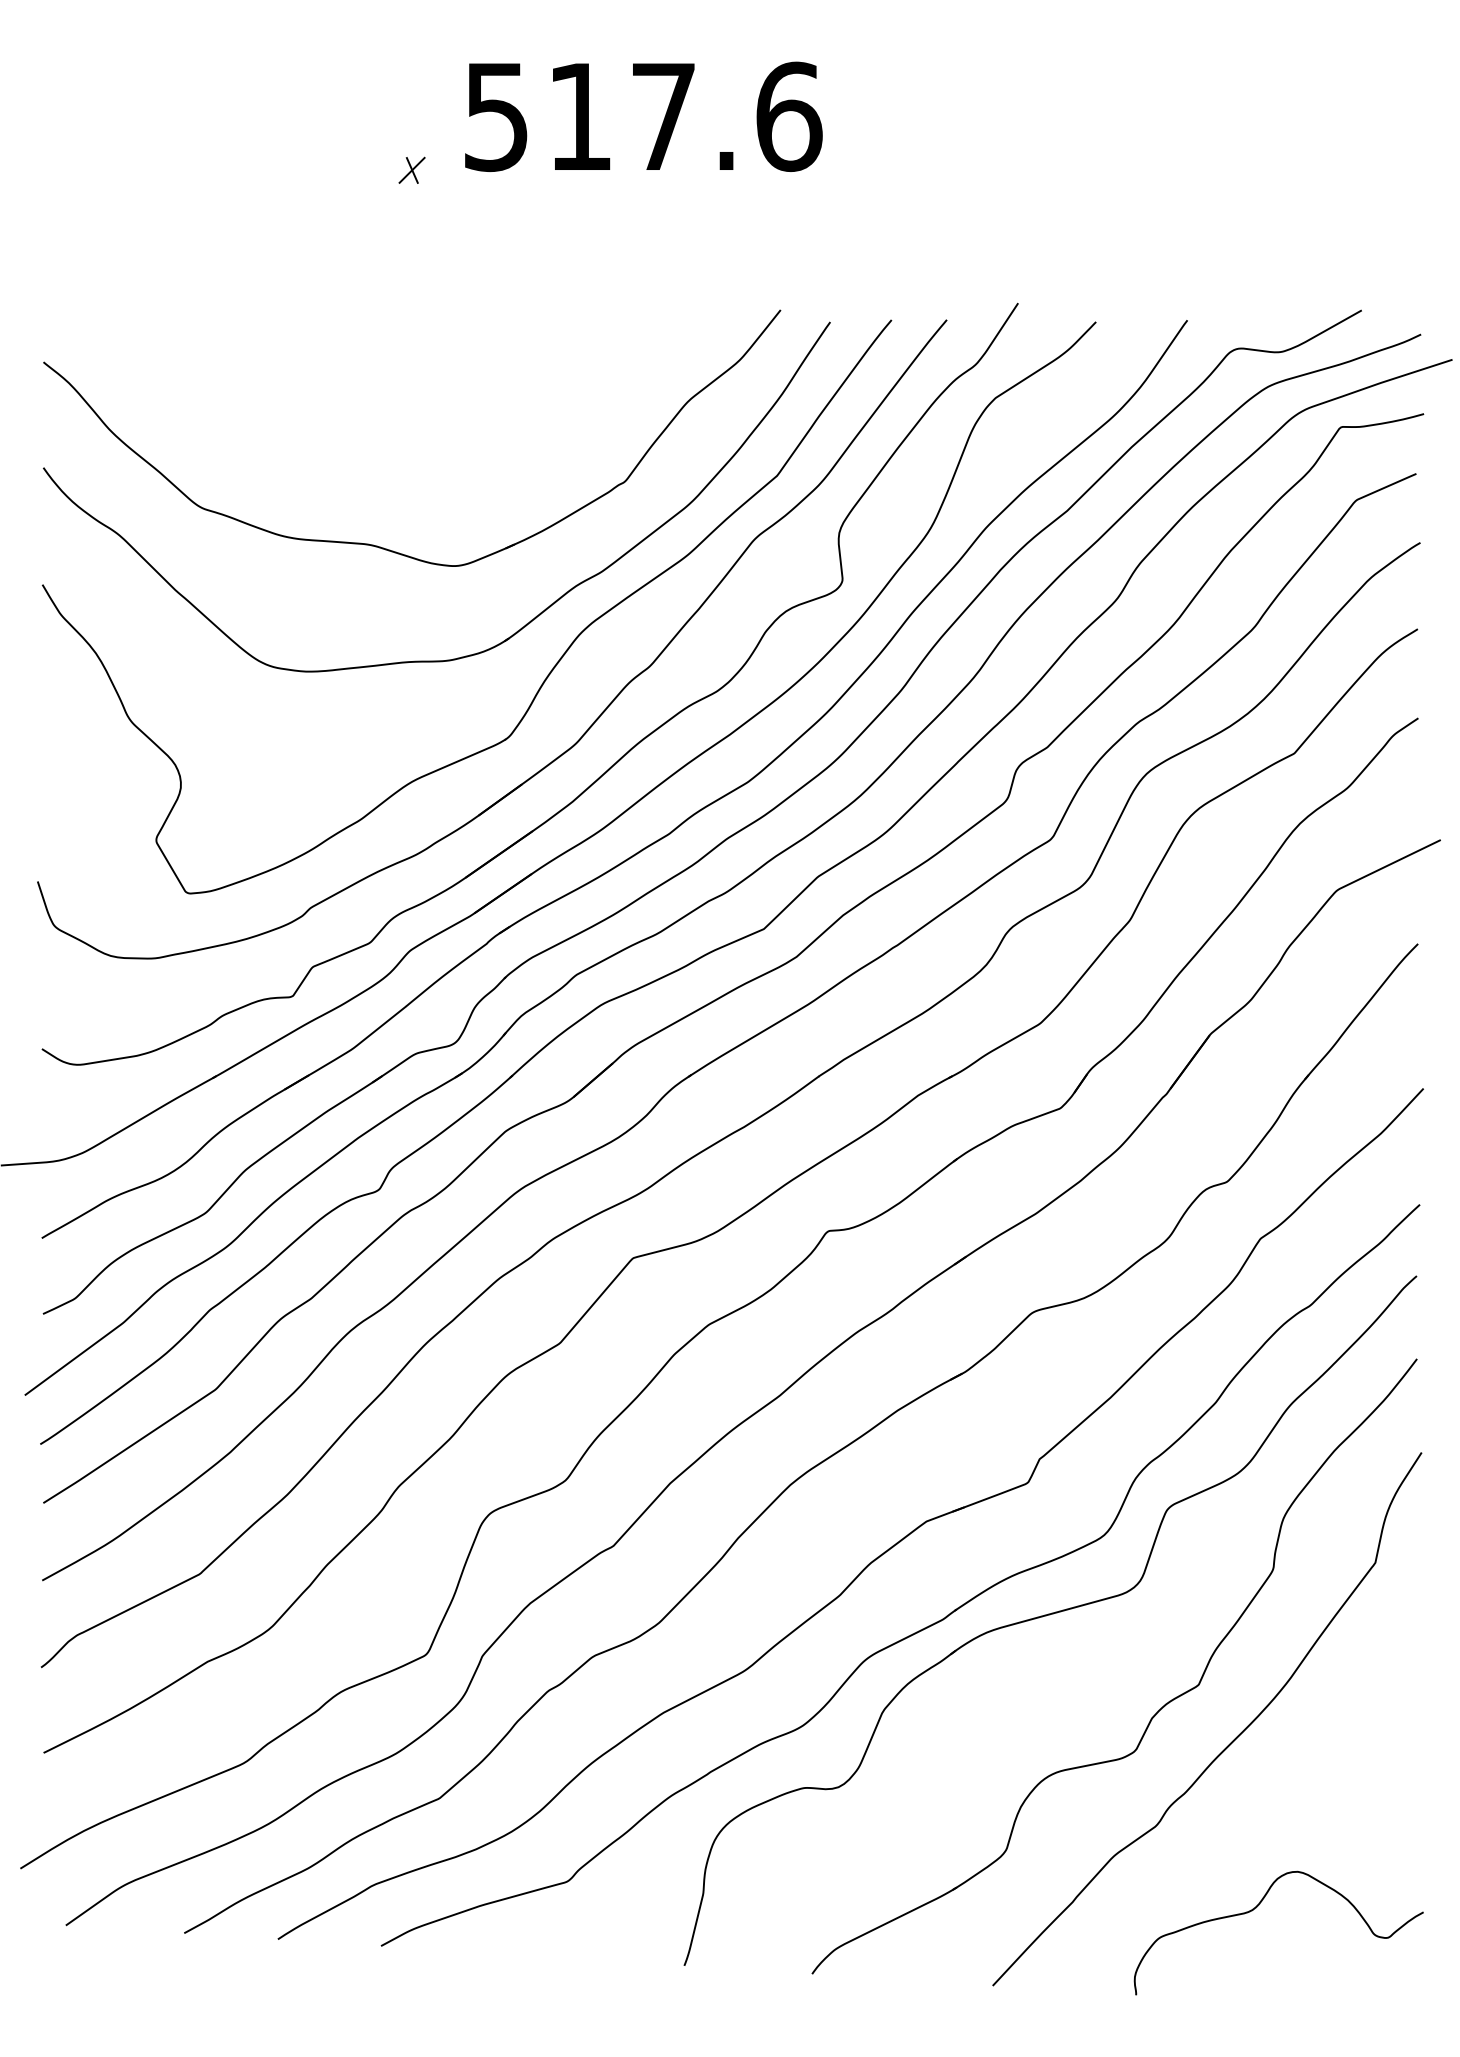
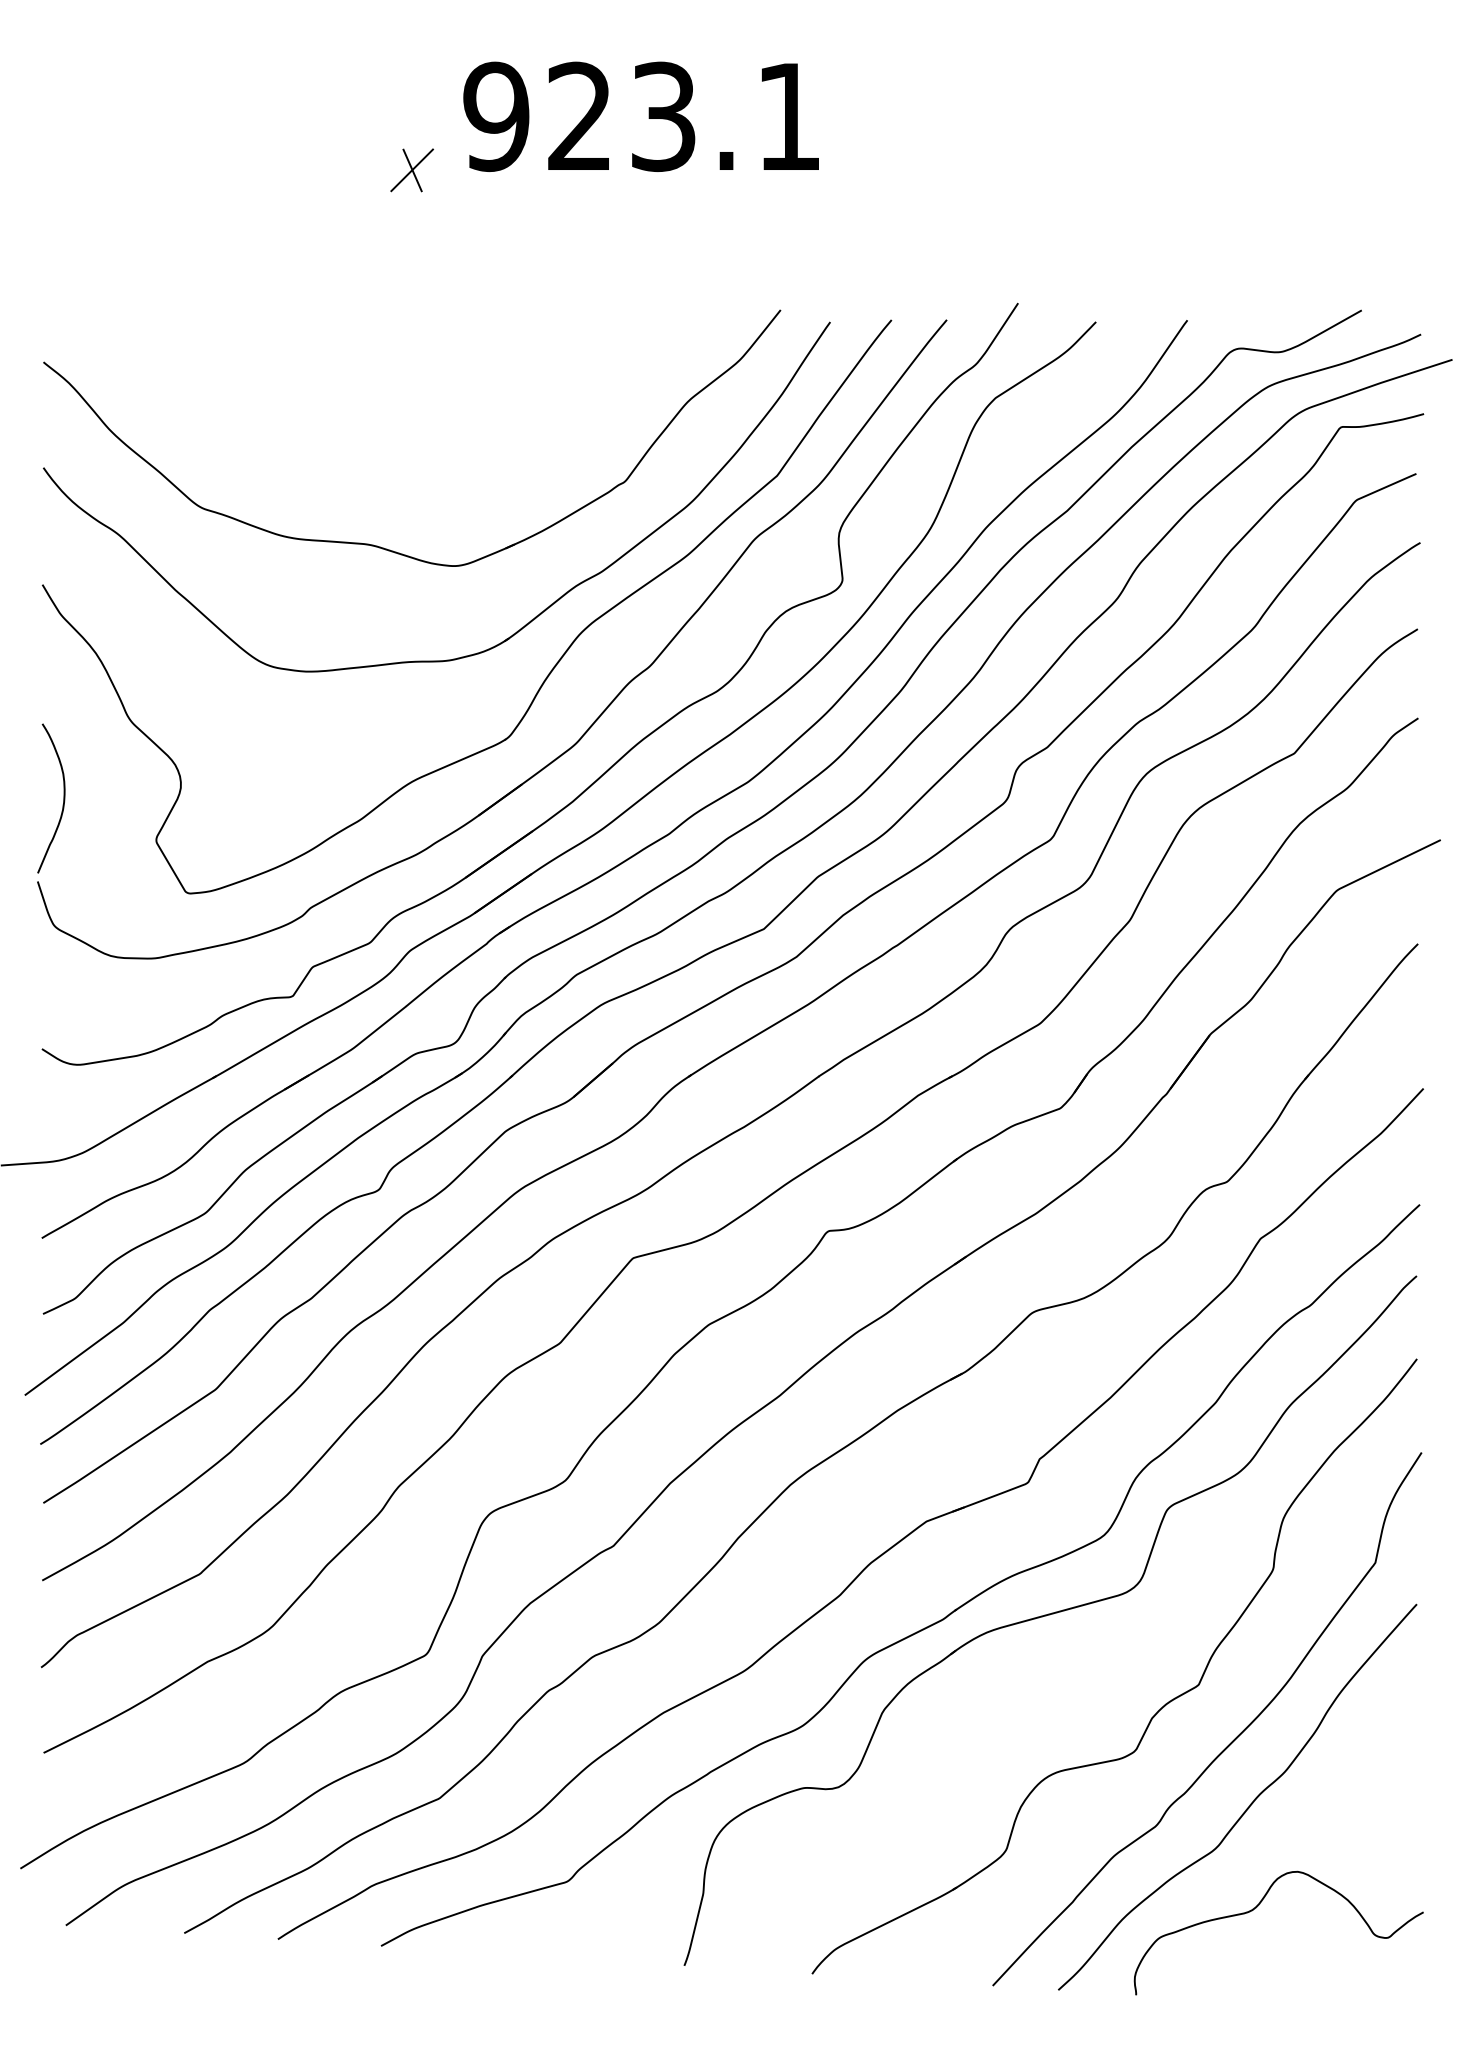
text at (642, 116): 517.6 -> 923.1
part at (411, 169) size: 28x28 px -> 44x45 px
curve at (63, 798): none -> present
curve at (1249, 1804): none -> present
